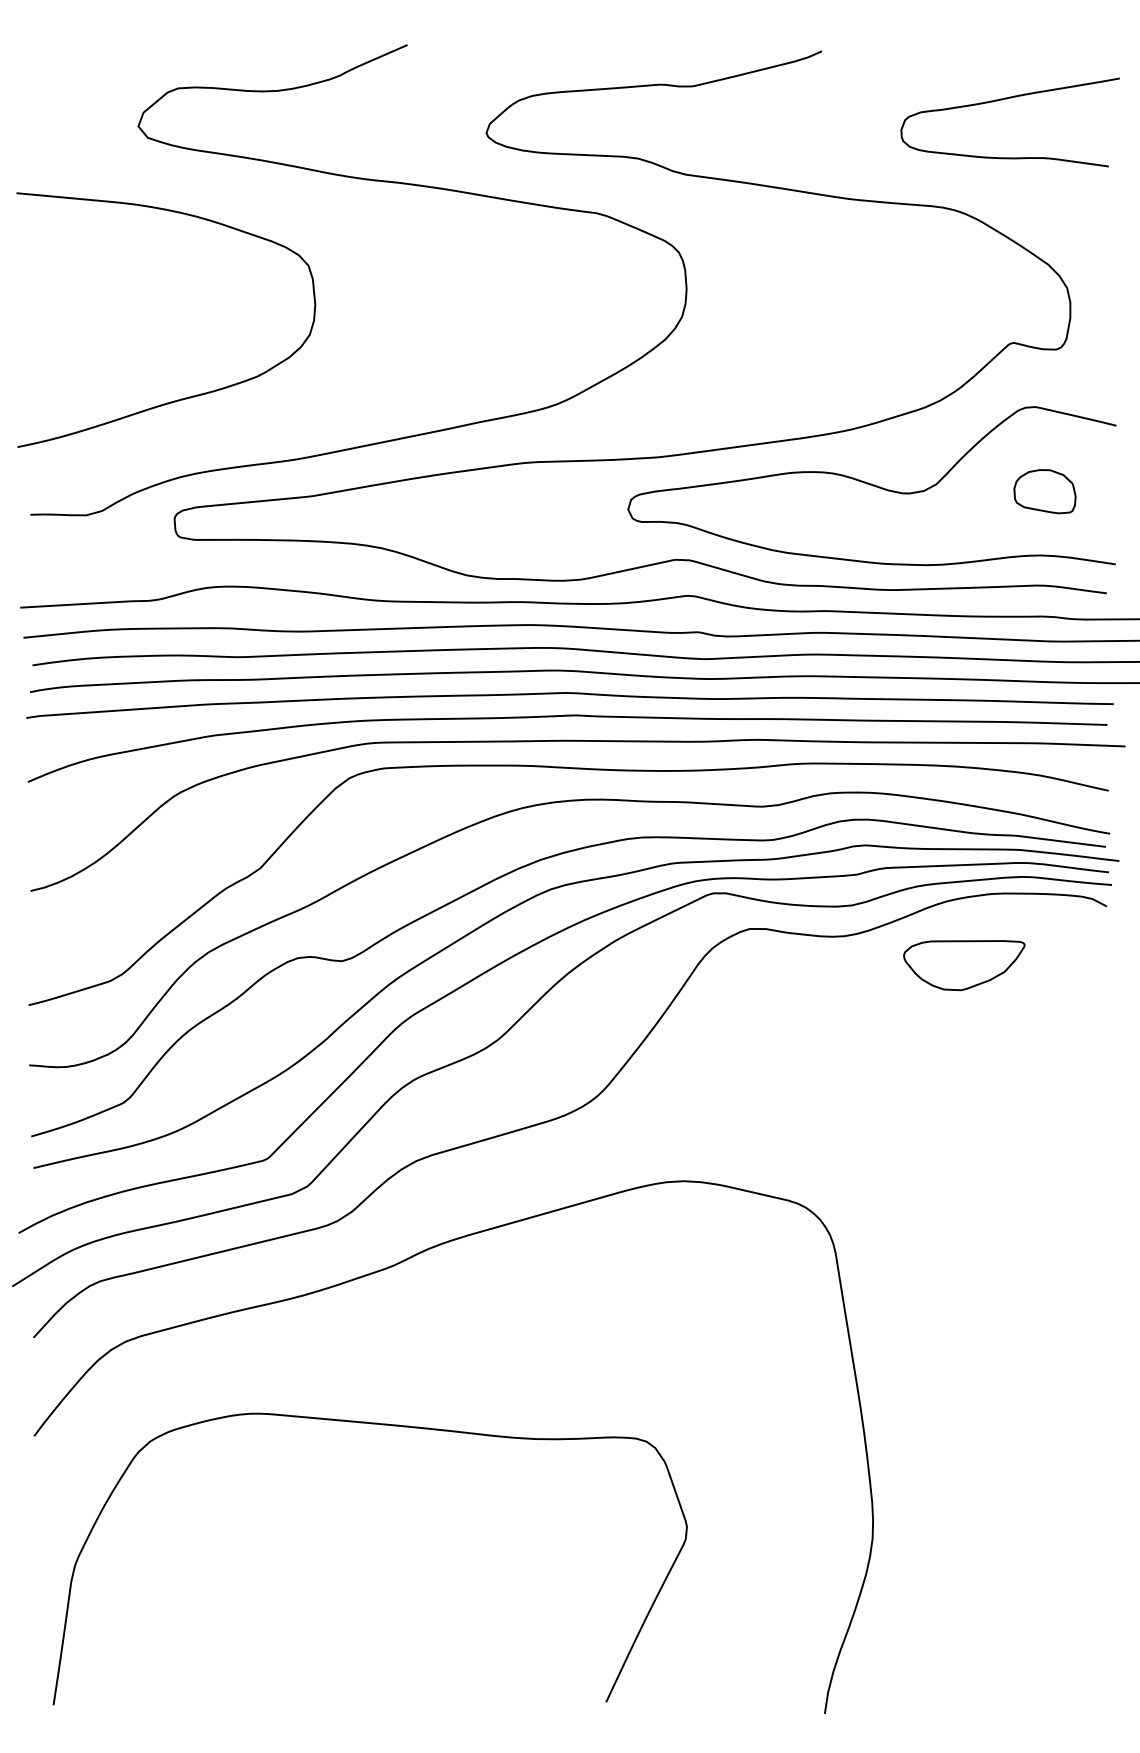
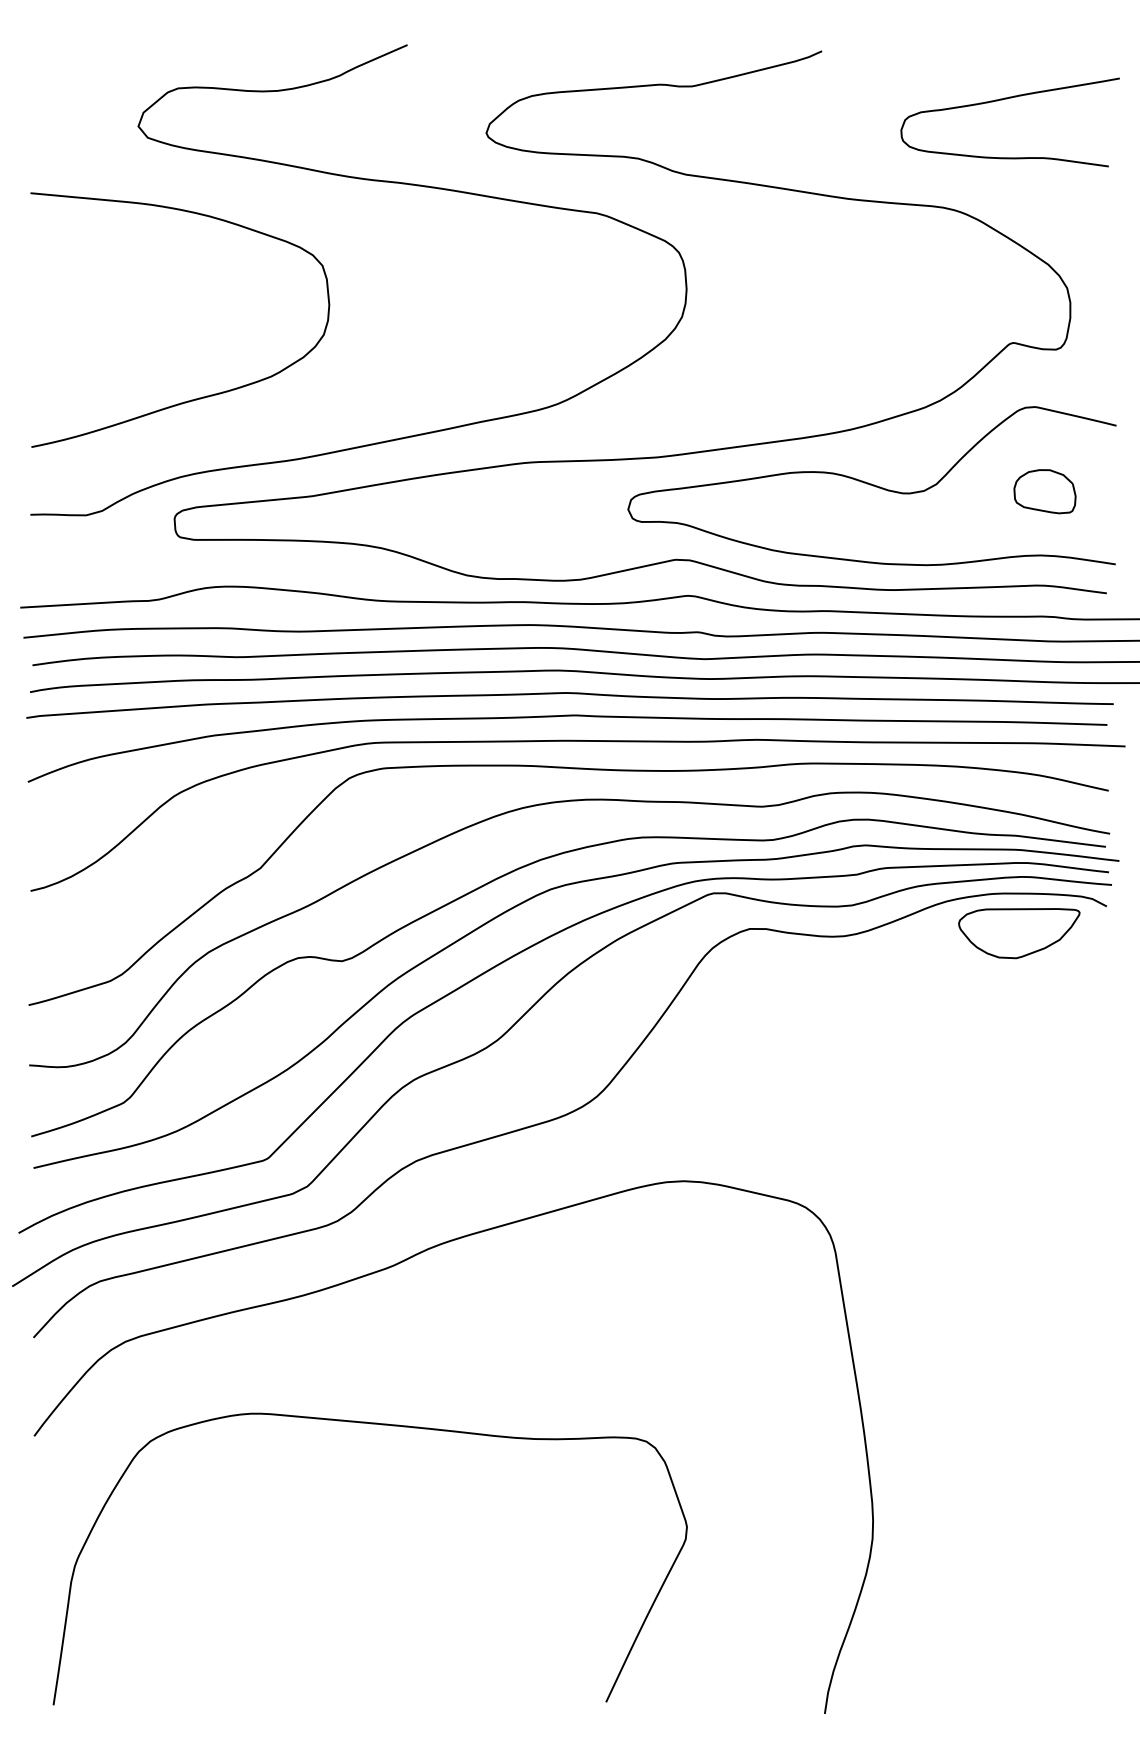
curve at (185, 397) position: (185, 397) -> (199, 397)
part at (964, 965) position: (964, 965) -> (1019, 933)
